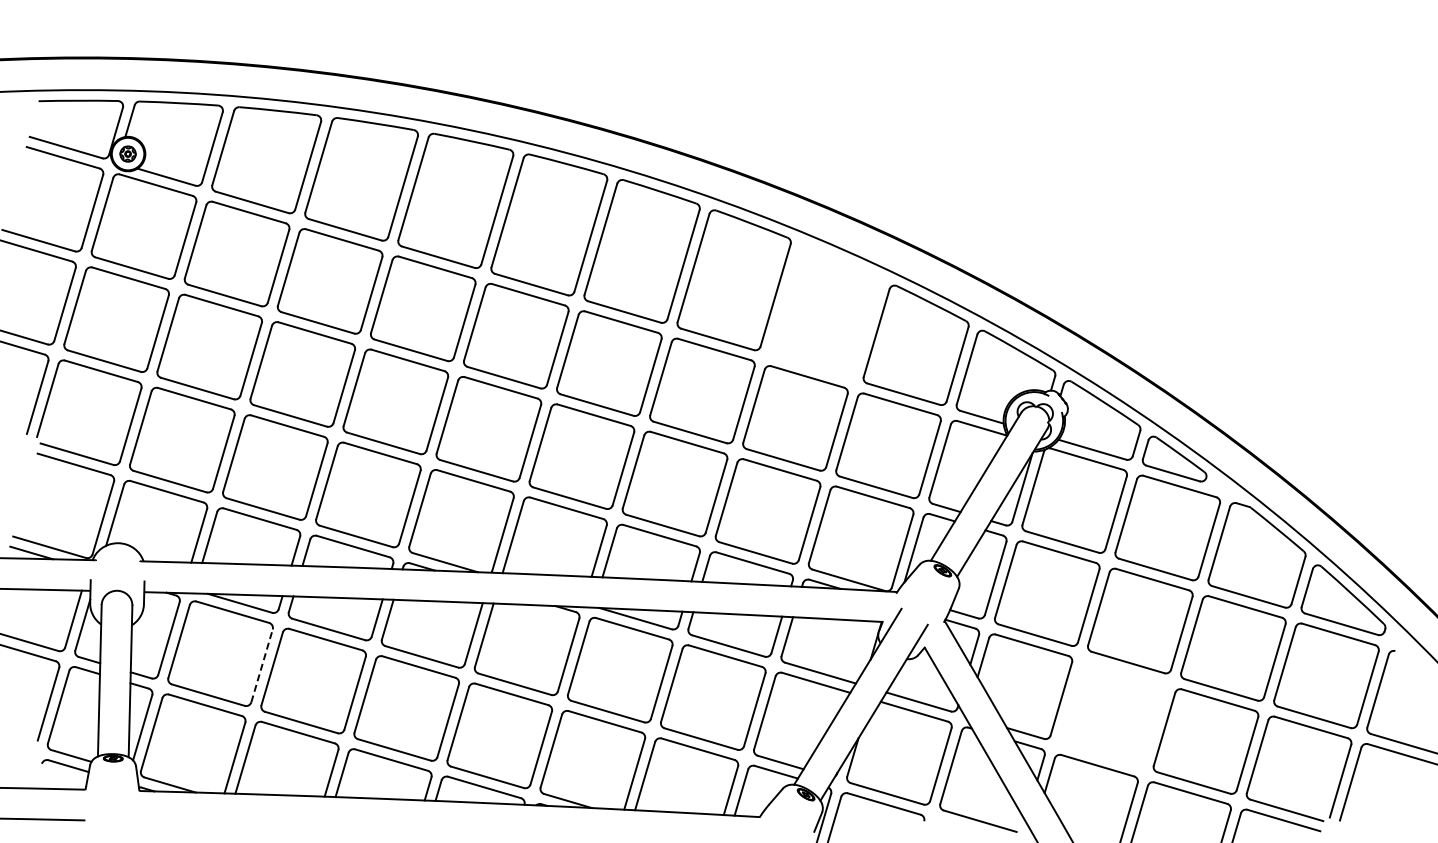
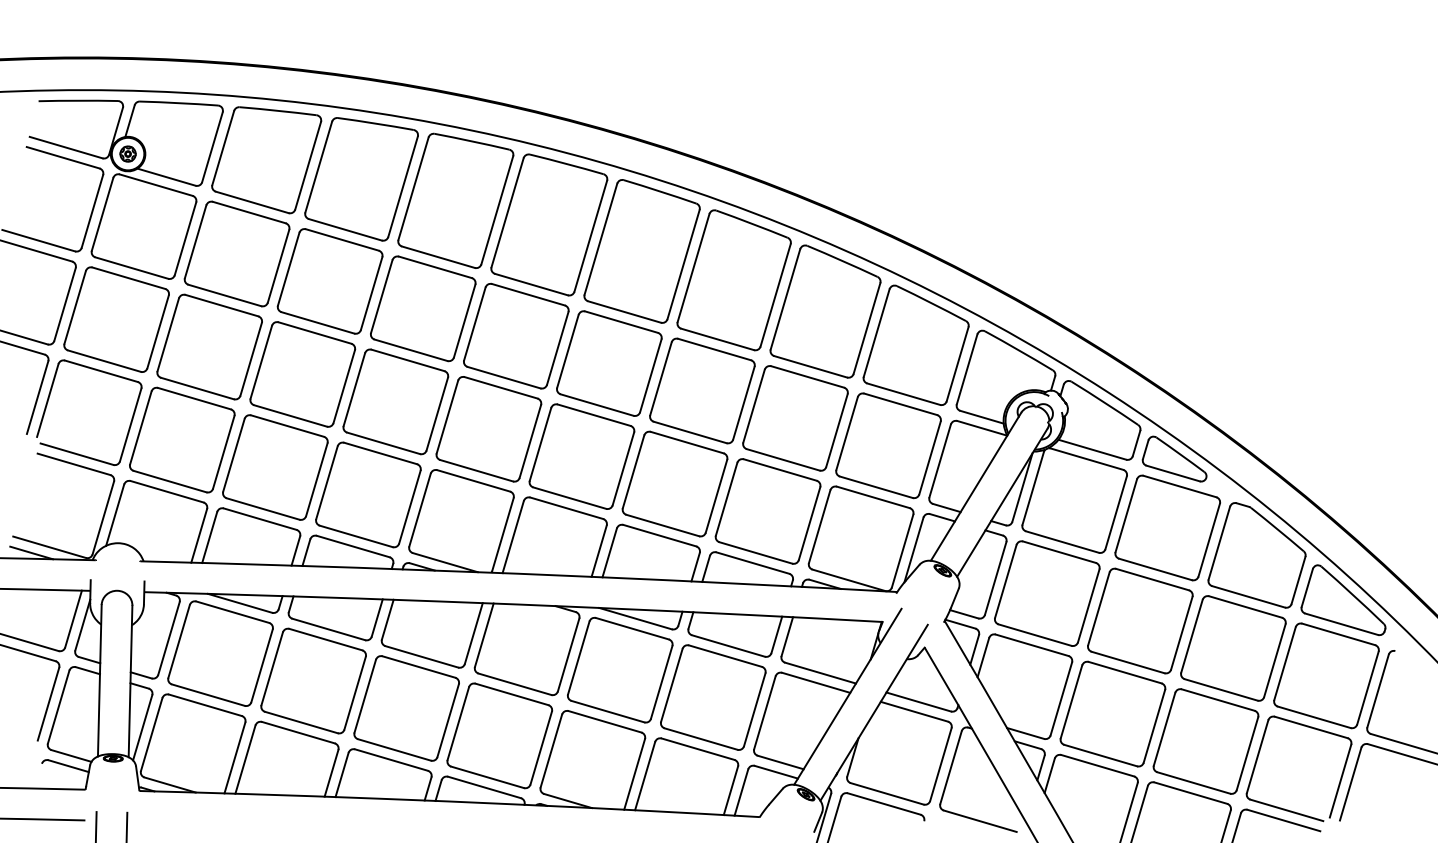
part at (825, 311): none -> present
line at (262, 665): dashed -> solid
part at (1112, 713): none -> present
line at (95, 825): none -> present
line at (126, 825): none -> present
